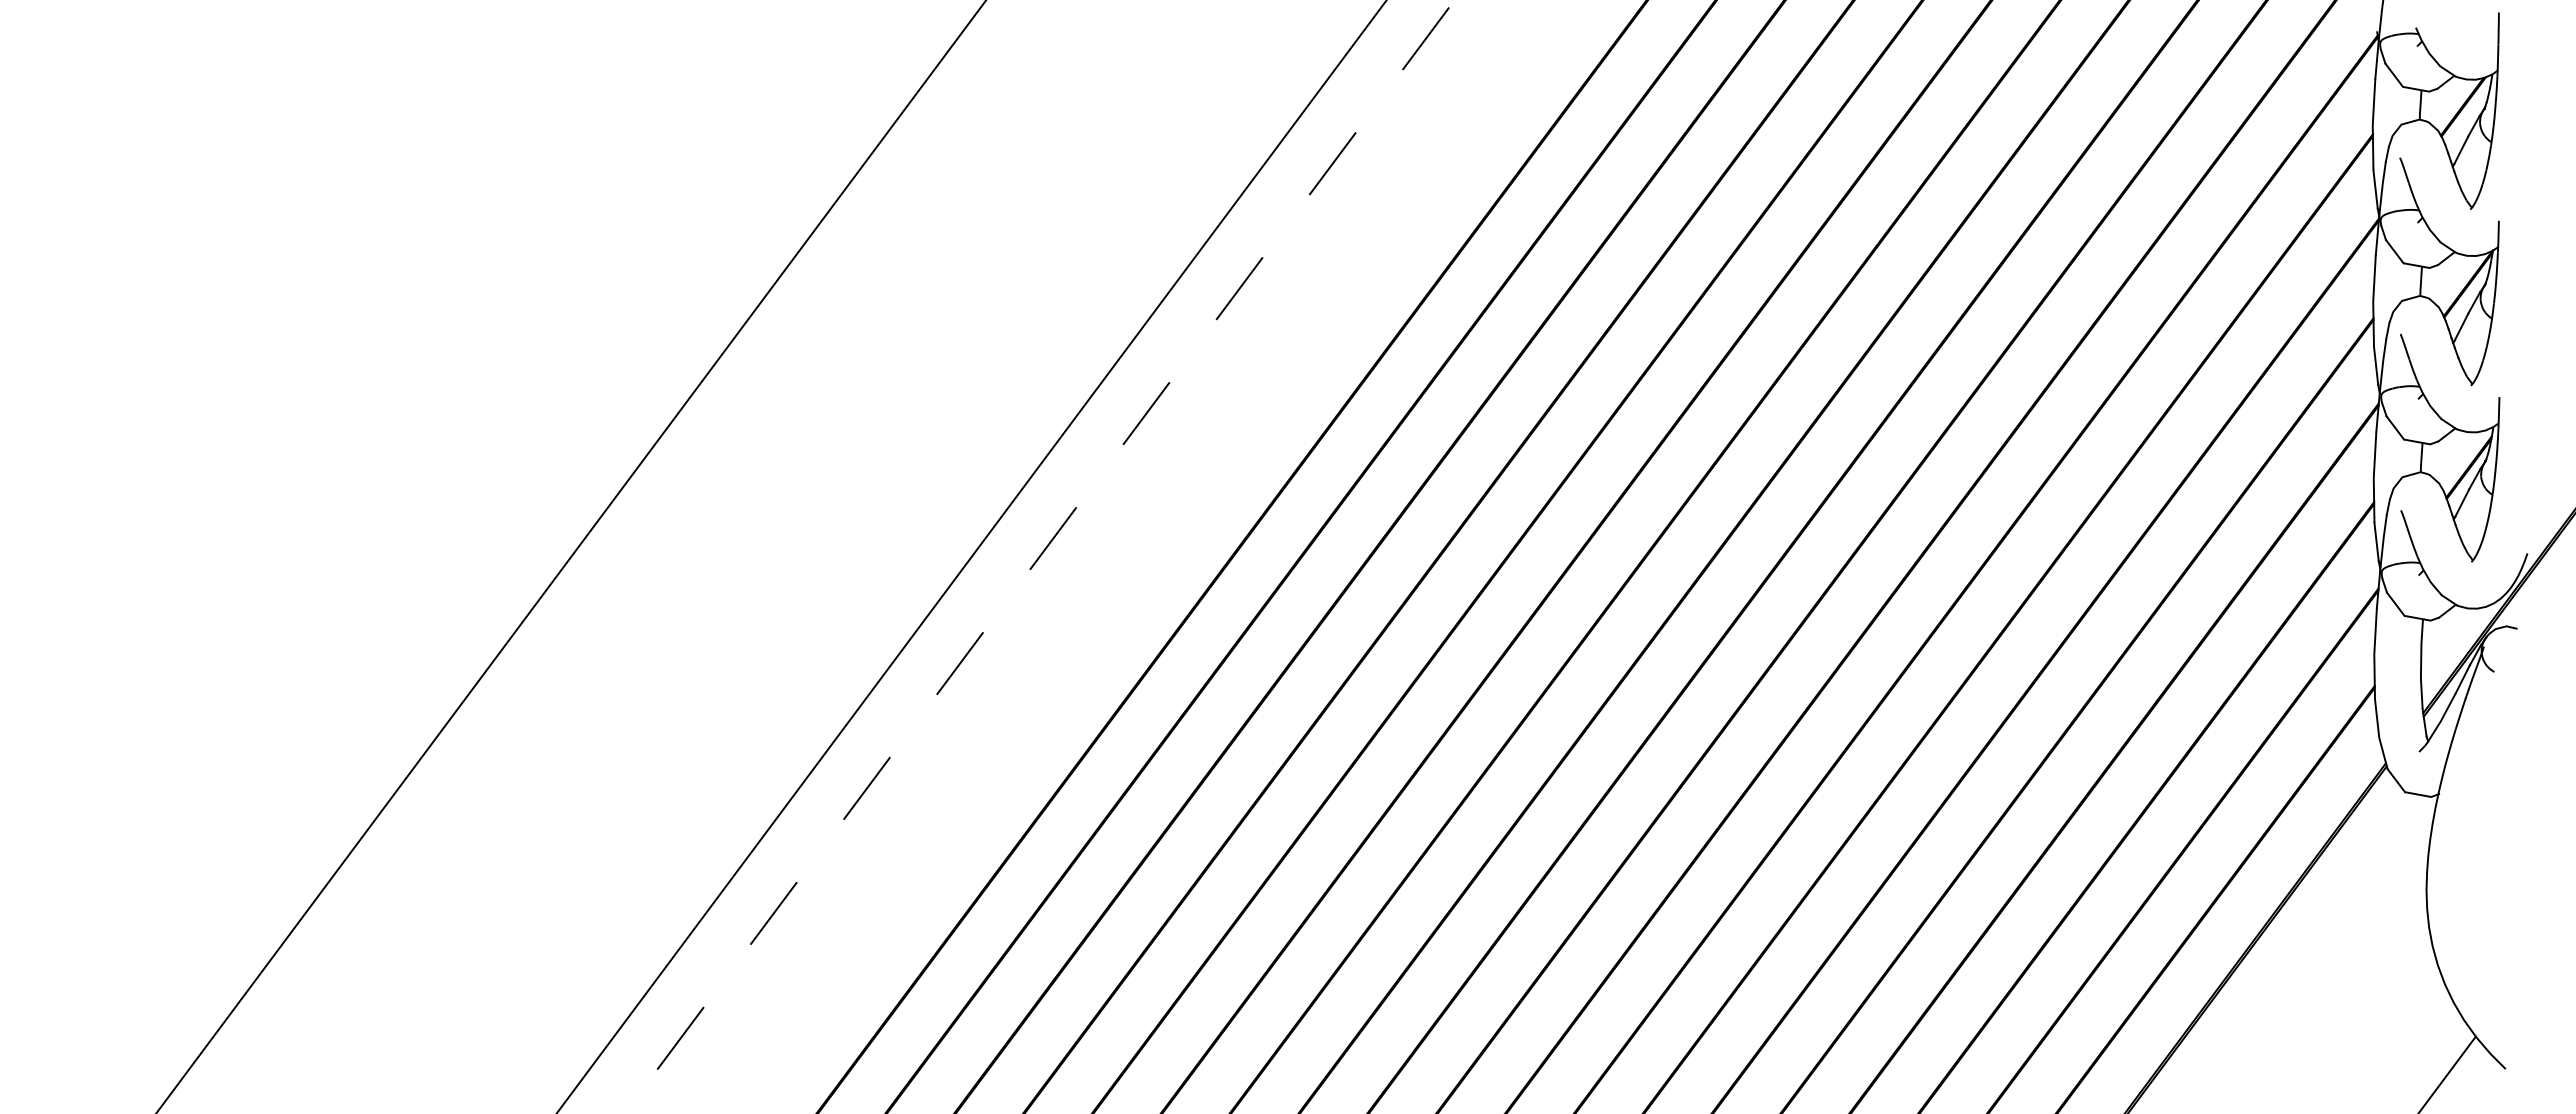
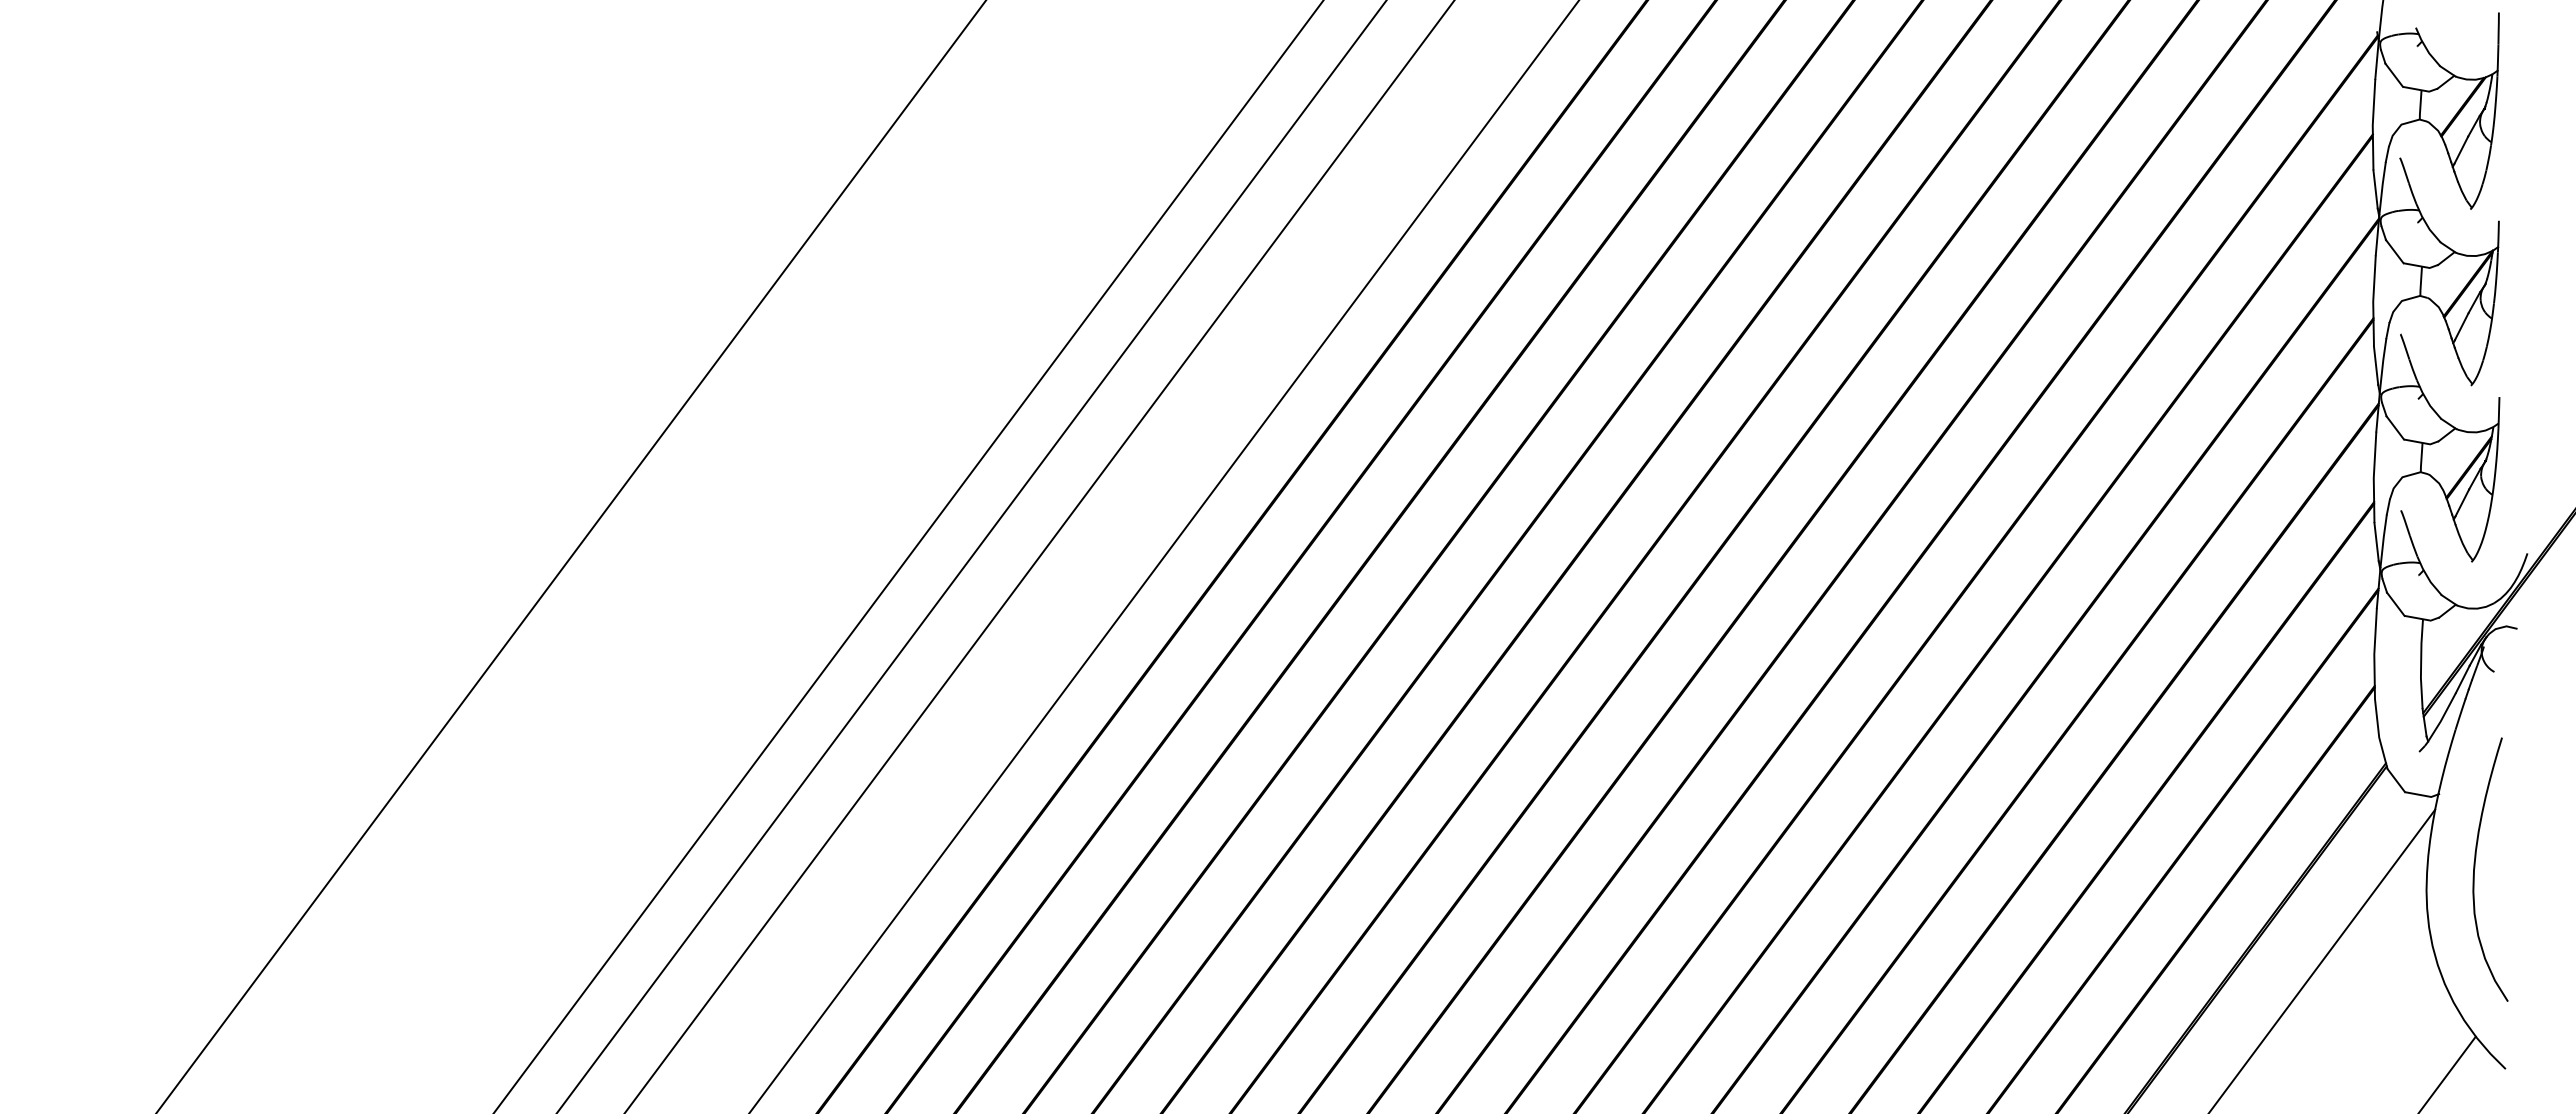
line at (908, 556): none -> present
line at (1039, 556): dashed -> solid
line at (1164, 556): none -> present
curve at (2475, 868): none -> present
line at (2323, 959): none -> present
